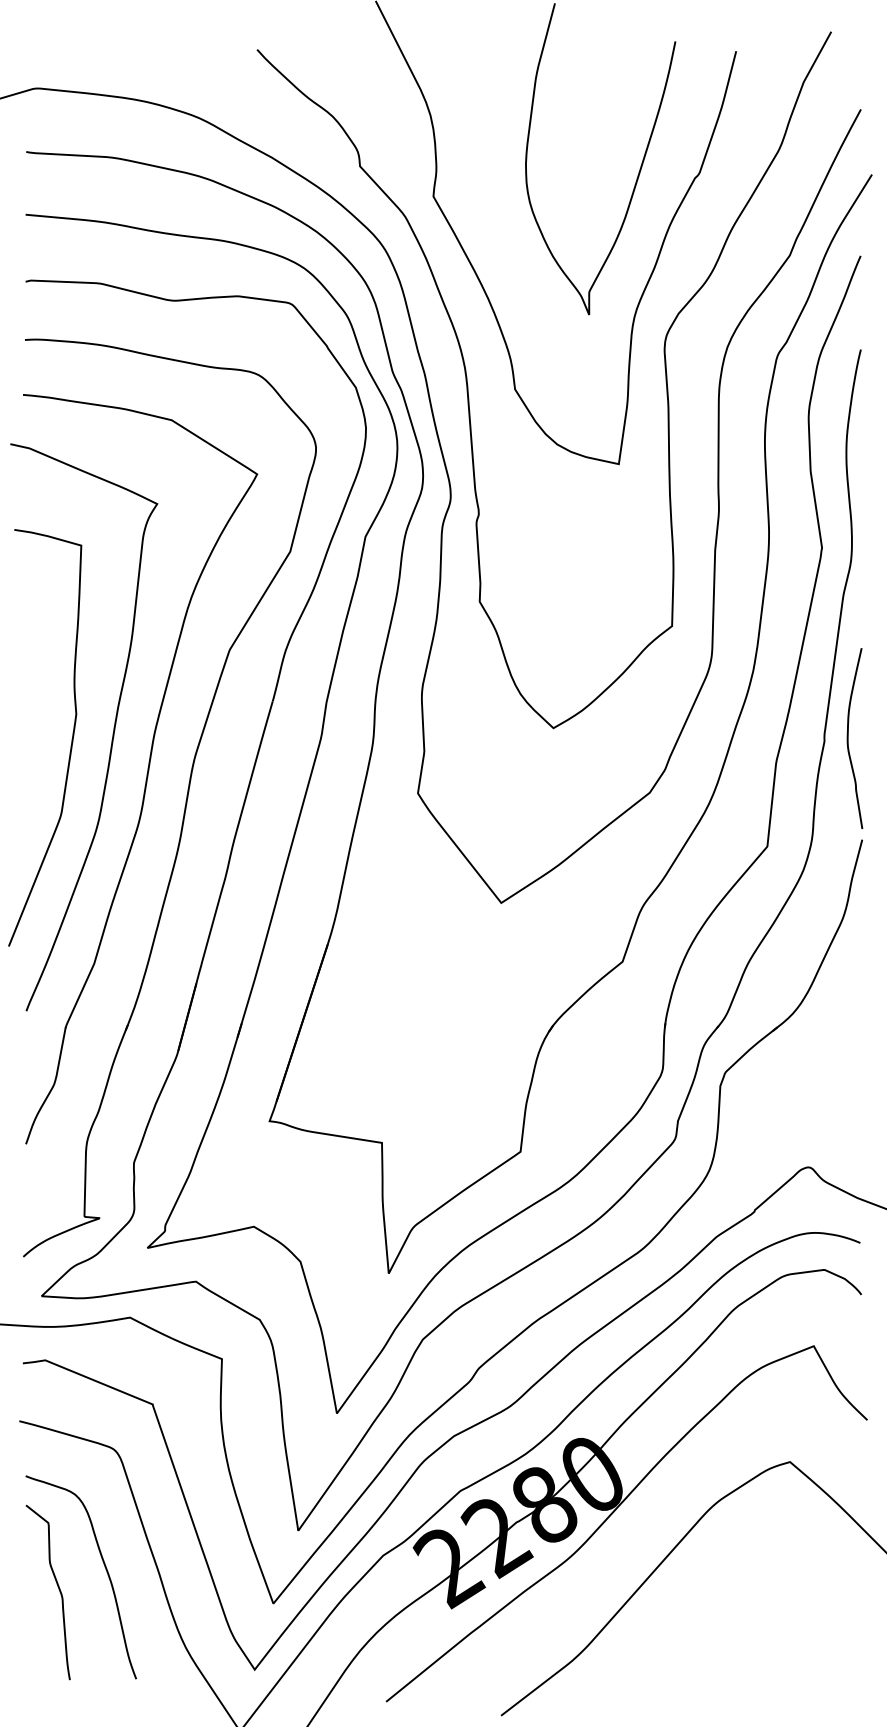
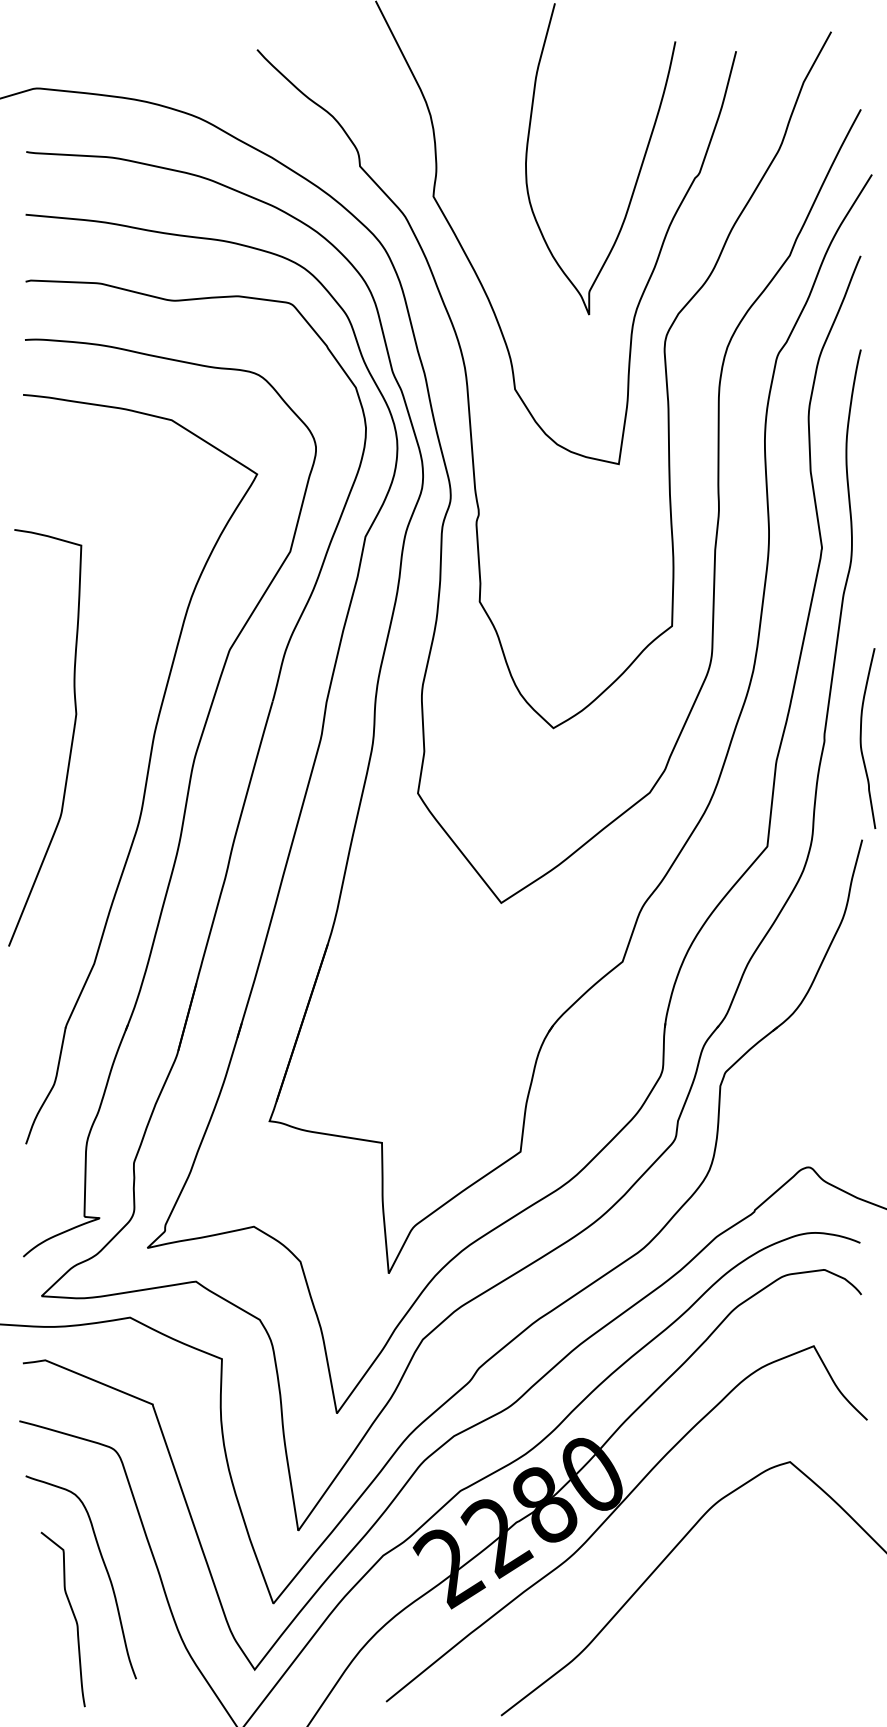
curve at (112, 733): present -> none
curve at (848, 738) position: (848, 738) -> (861, 738)
curve at (58, 1589) position: (58, 1589) -> (73, 1616)
